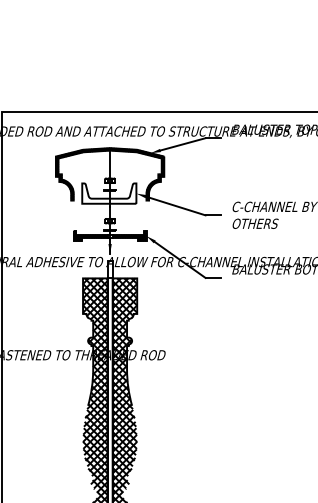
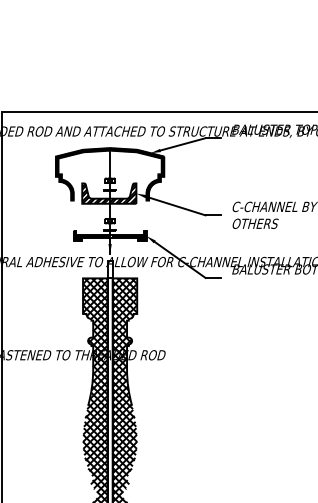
hatch at (109, 193): none -> present
